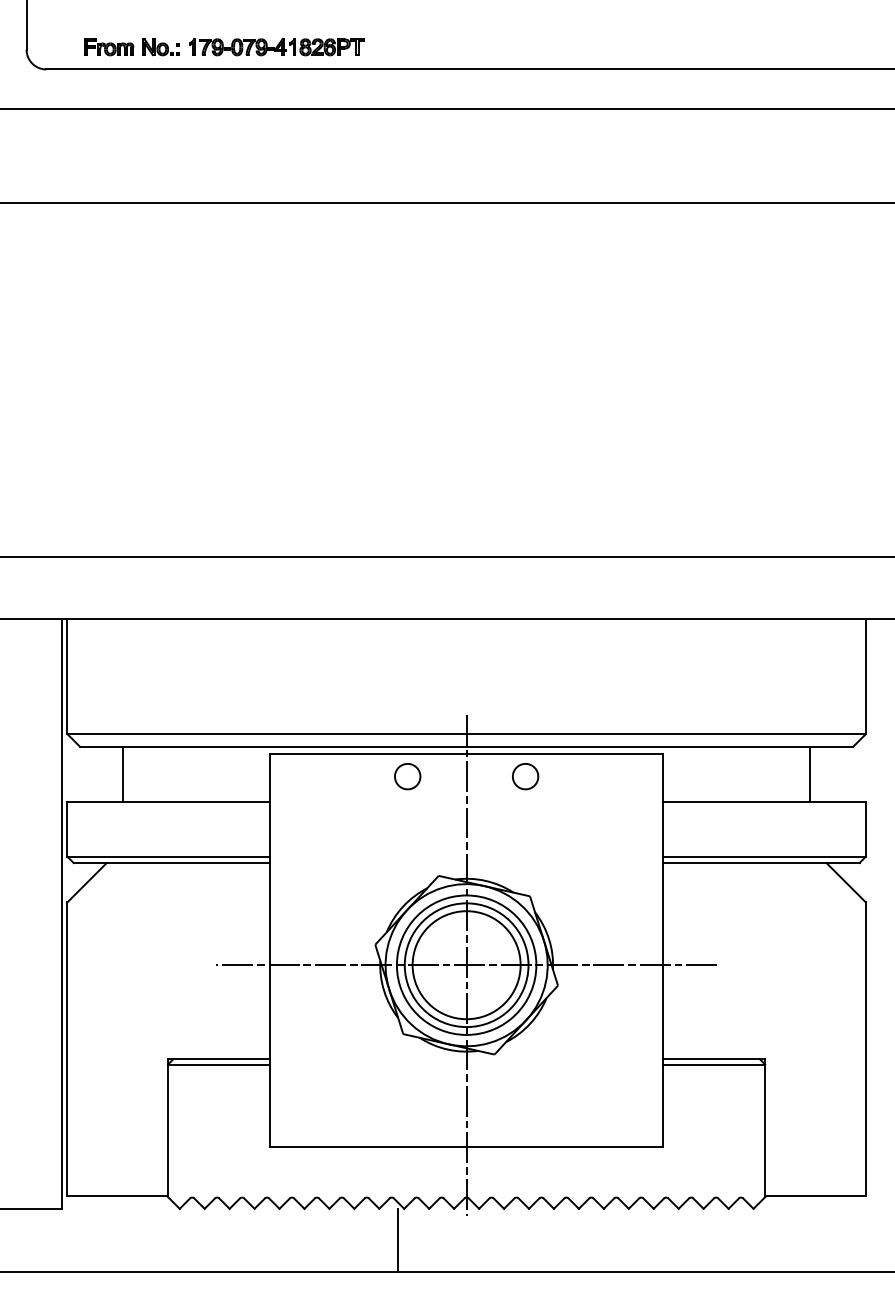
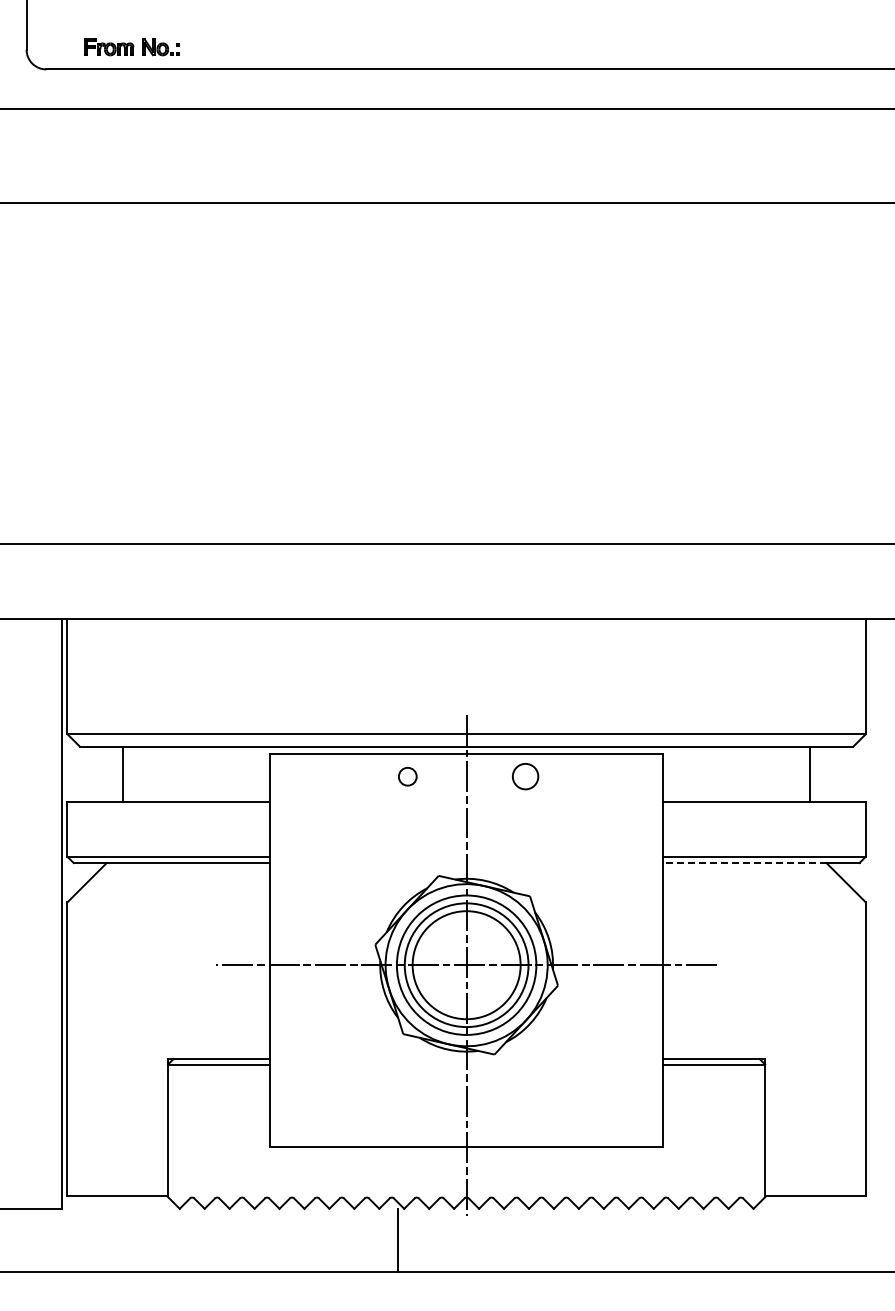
part at (276, 47): present -> none
line at (446, 556) position: (446, 556) -> (446, 543)
circle at (407, 776) size: 28x28 px -> 20x20 px
line at (744, 863): solid -> dashed
